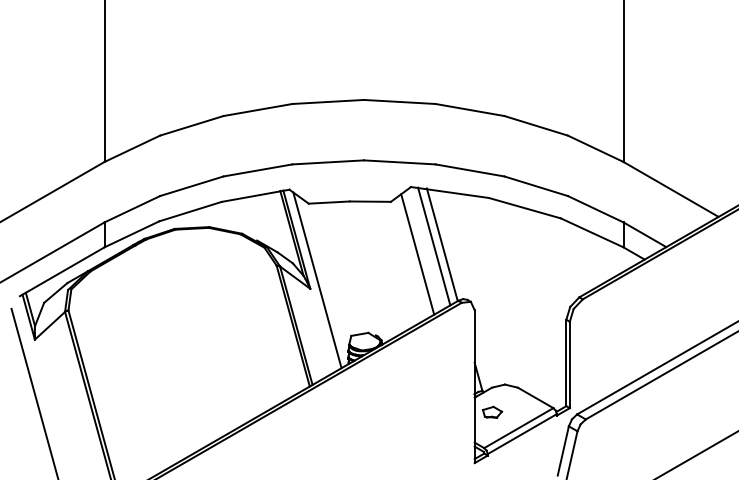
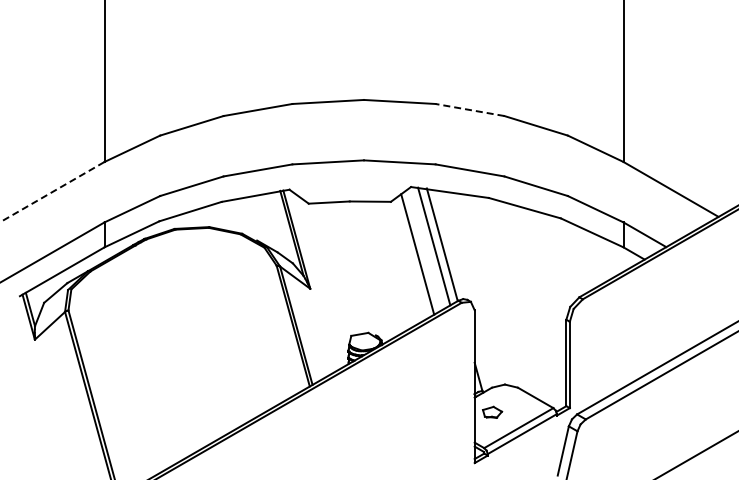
line at (470, 110): solid -> dashed
line at (52, 191): solid -> dashed
line at (317, 280): present -> none
line at (34, 392): present -> none
